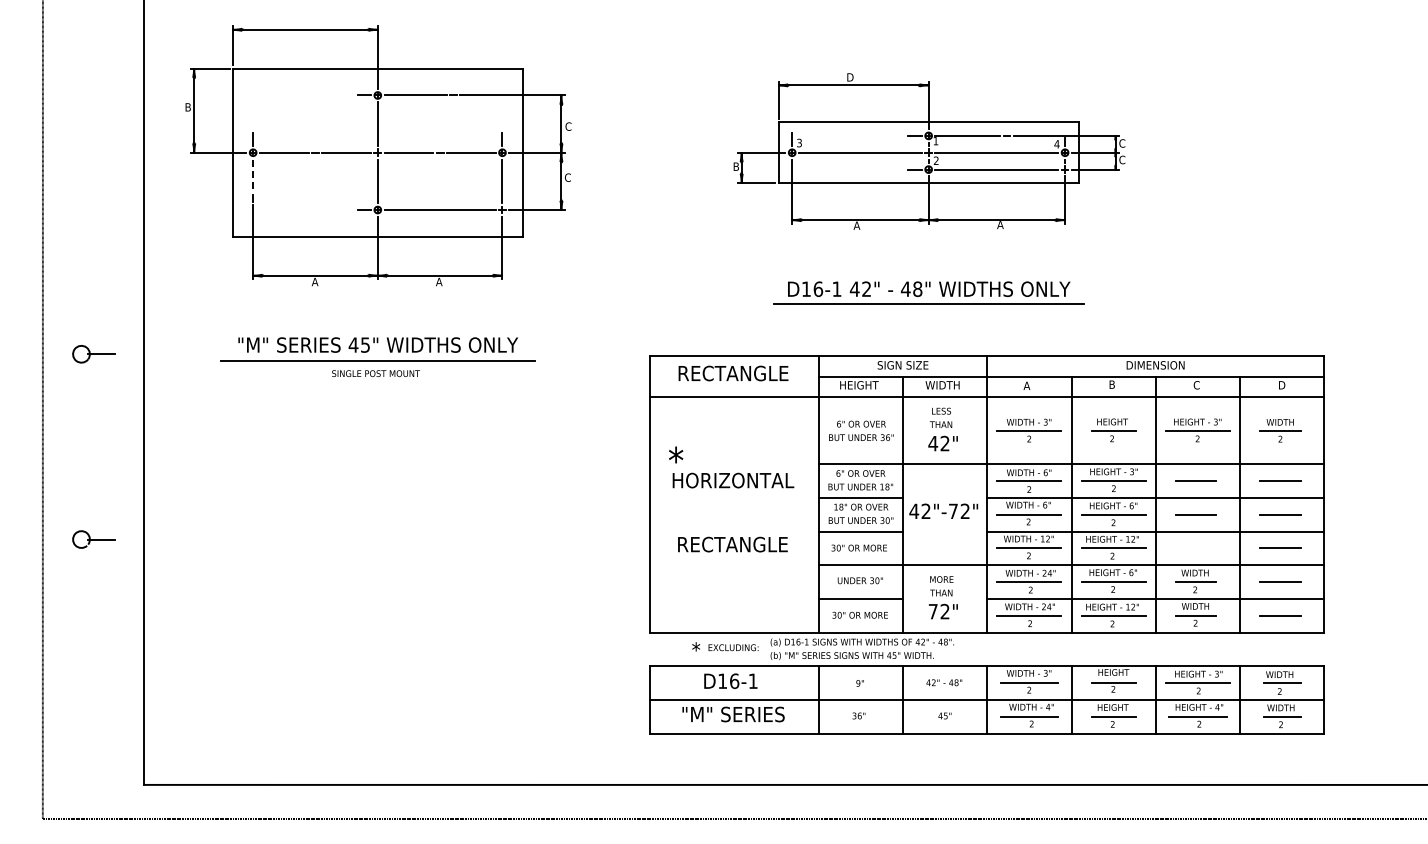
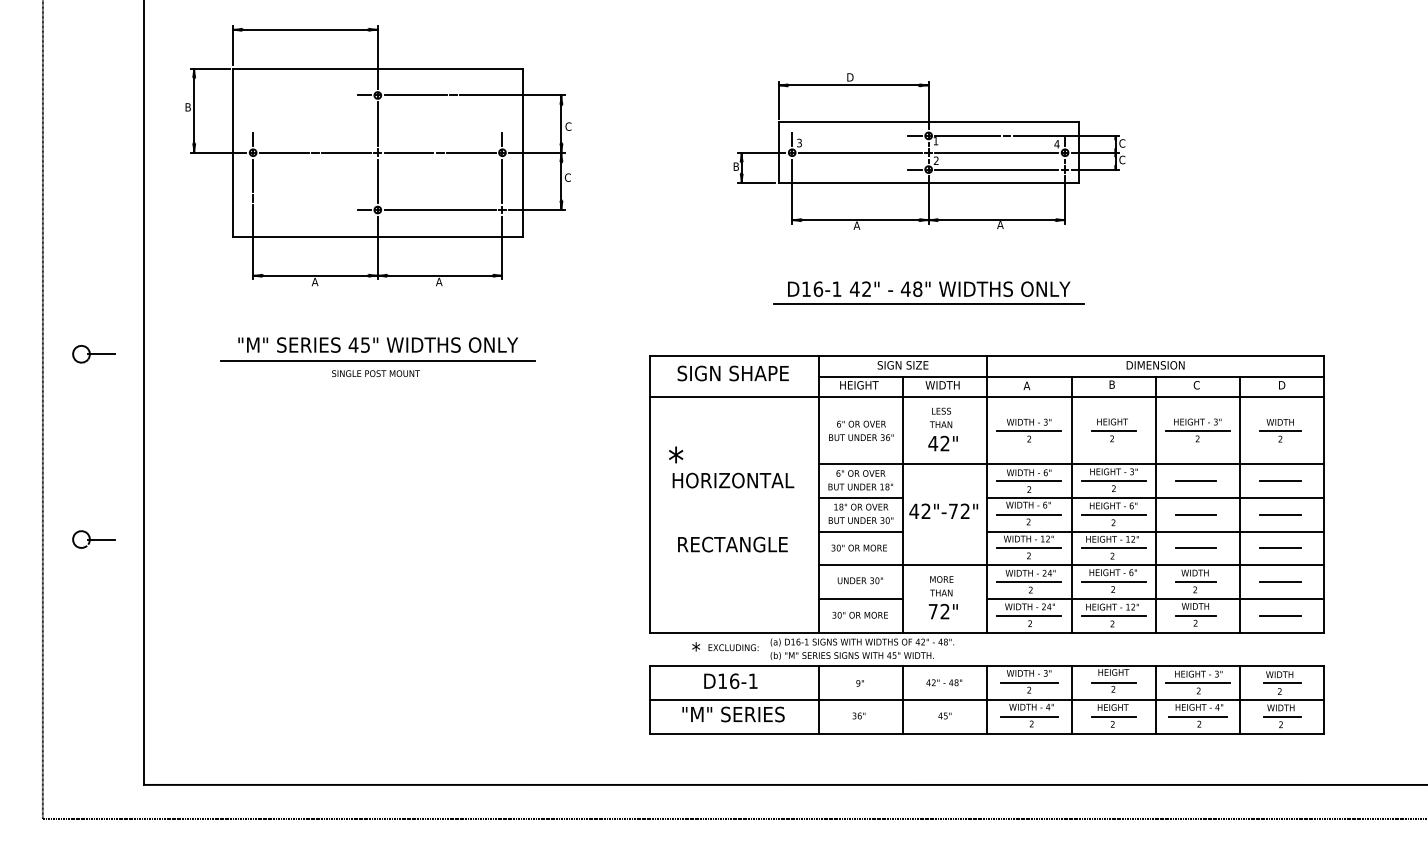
line at (253, 175): dashed -> solid
text at (732, 373): RECTANGLE -> SIGN SHAPE
line at (1196, 548): none -> present
